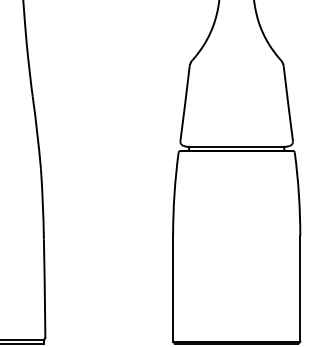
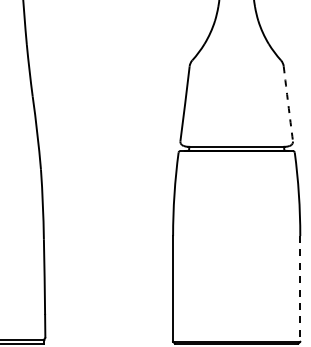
arc at (288, 103): solid -> dashed
line at (300, 288): solid -> dashed
